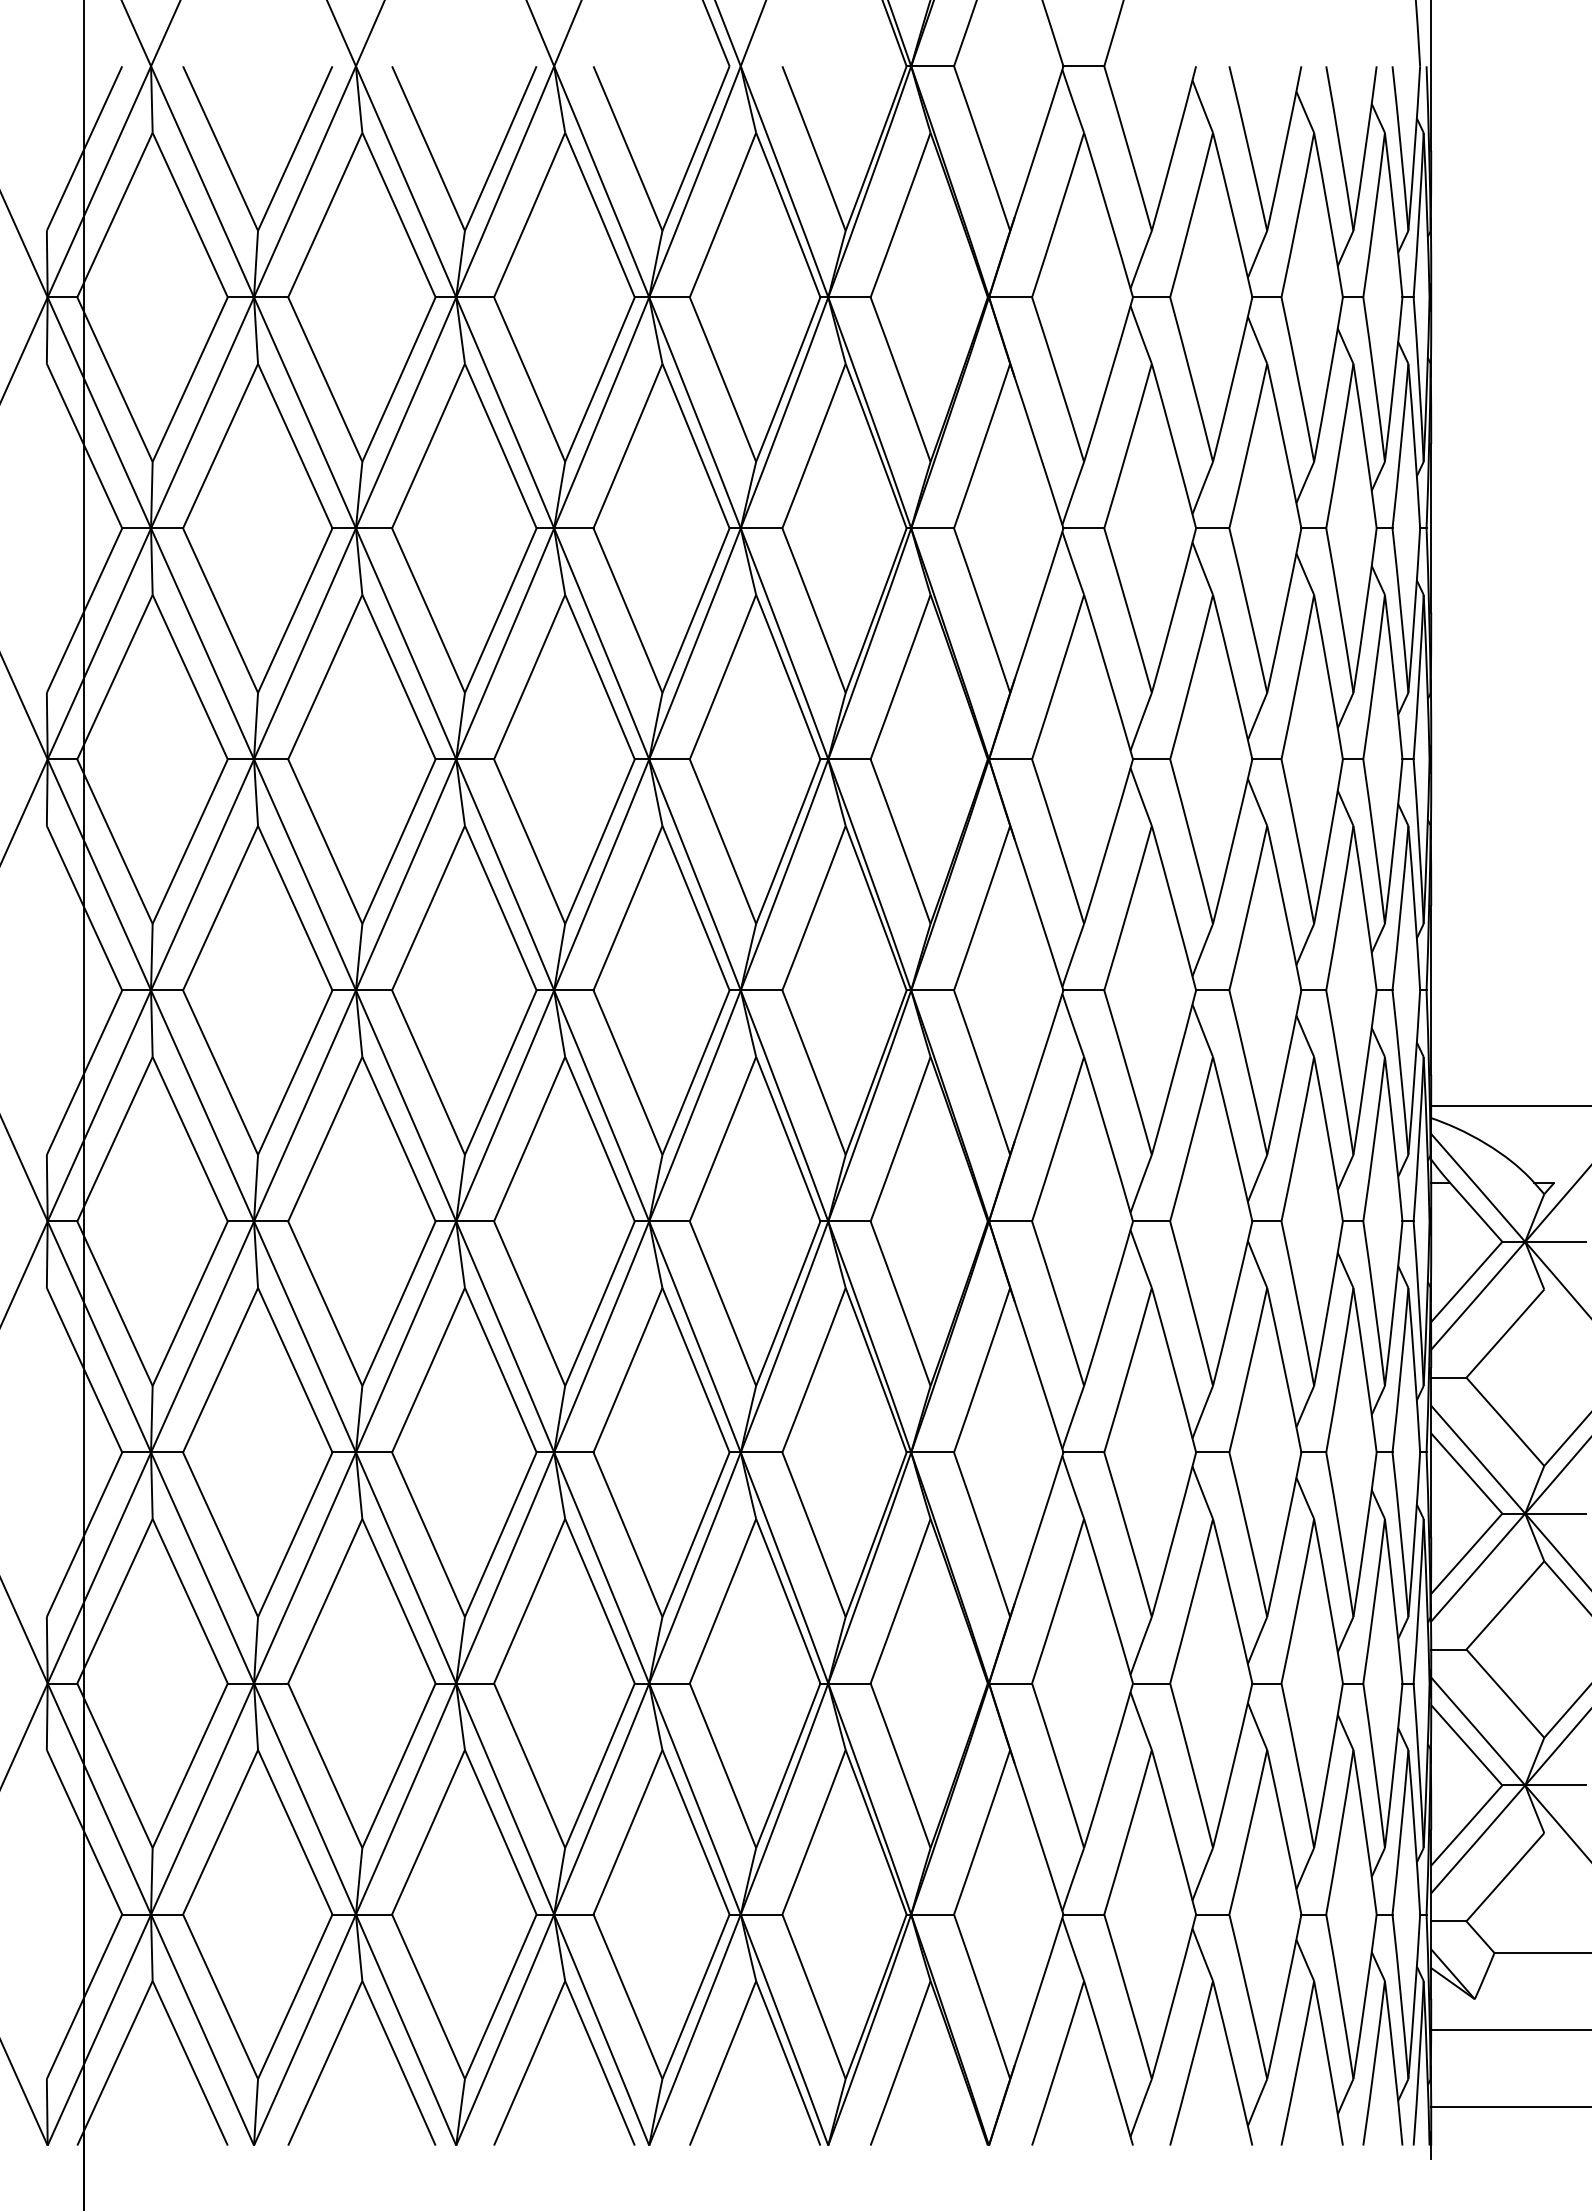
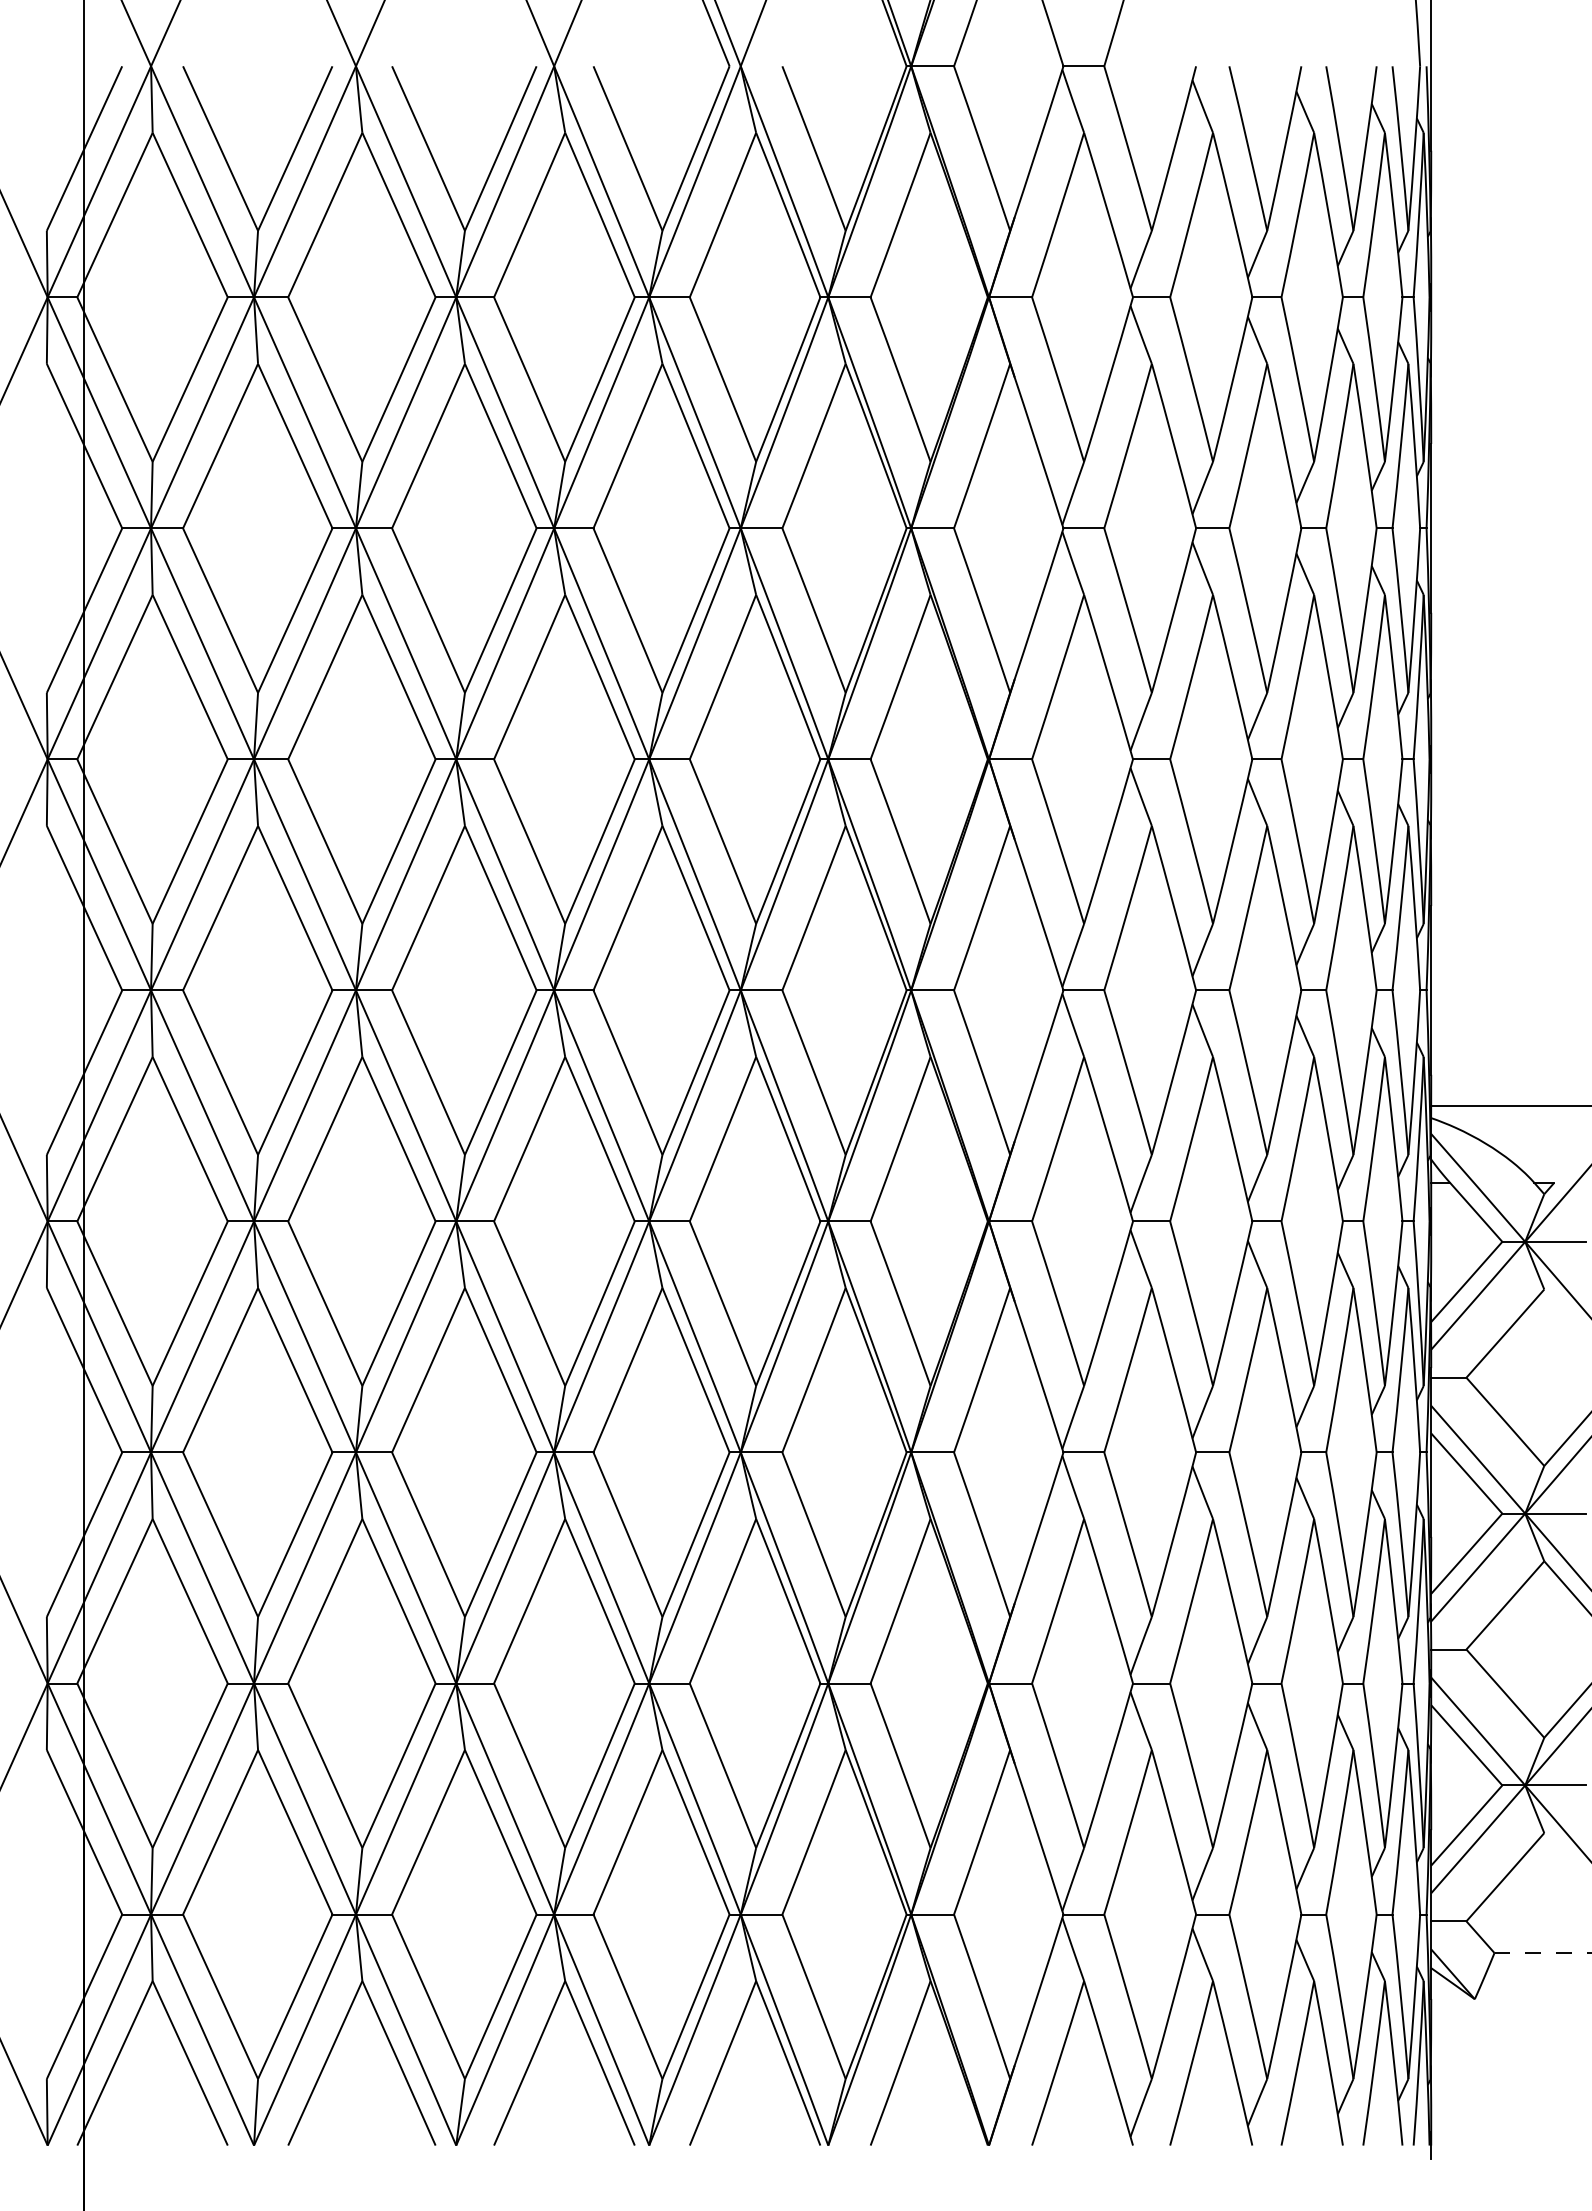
line at (1543, 1953): solid -> dashed
line at (1509, 2030): present -> none
line at (1509, 2107): present -> none
